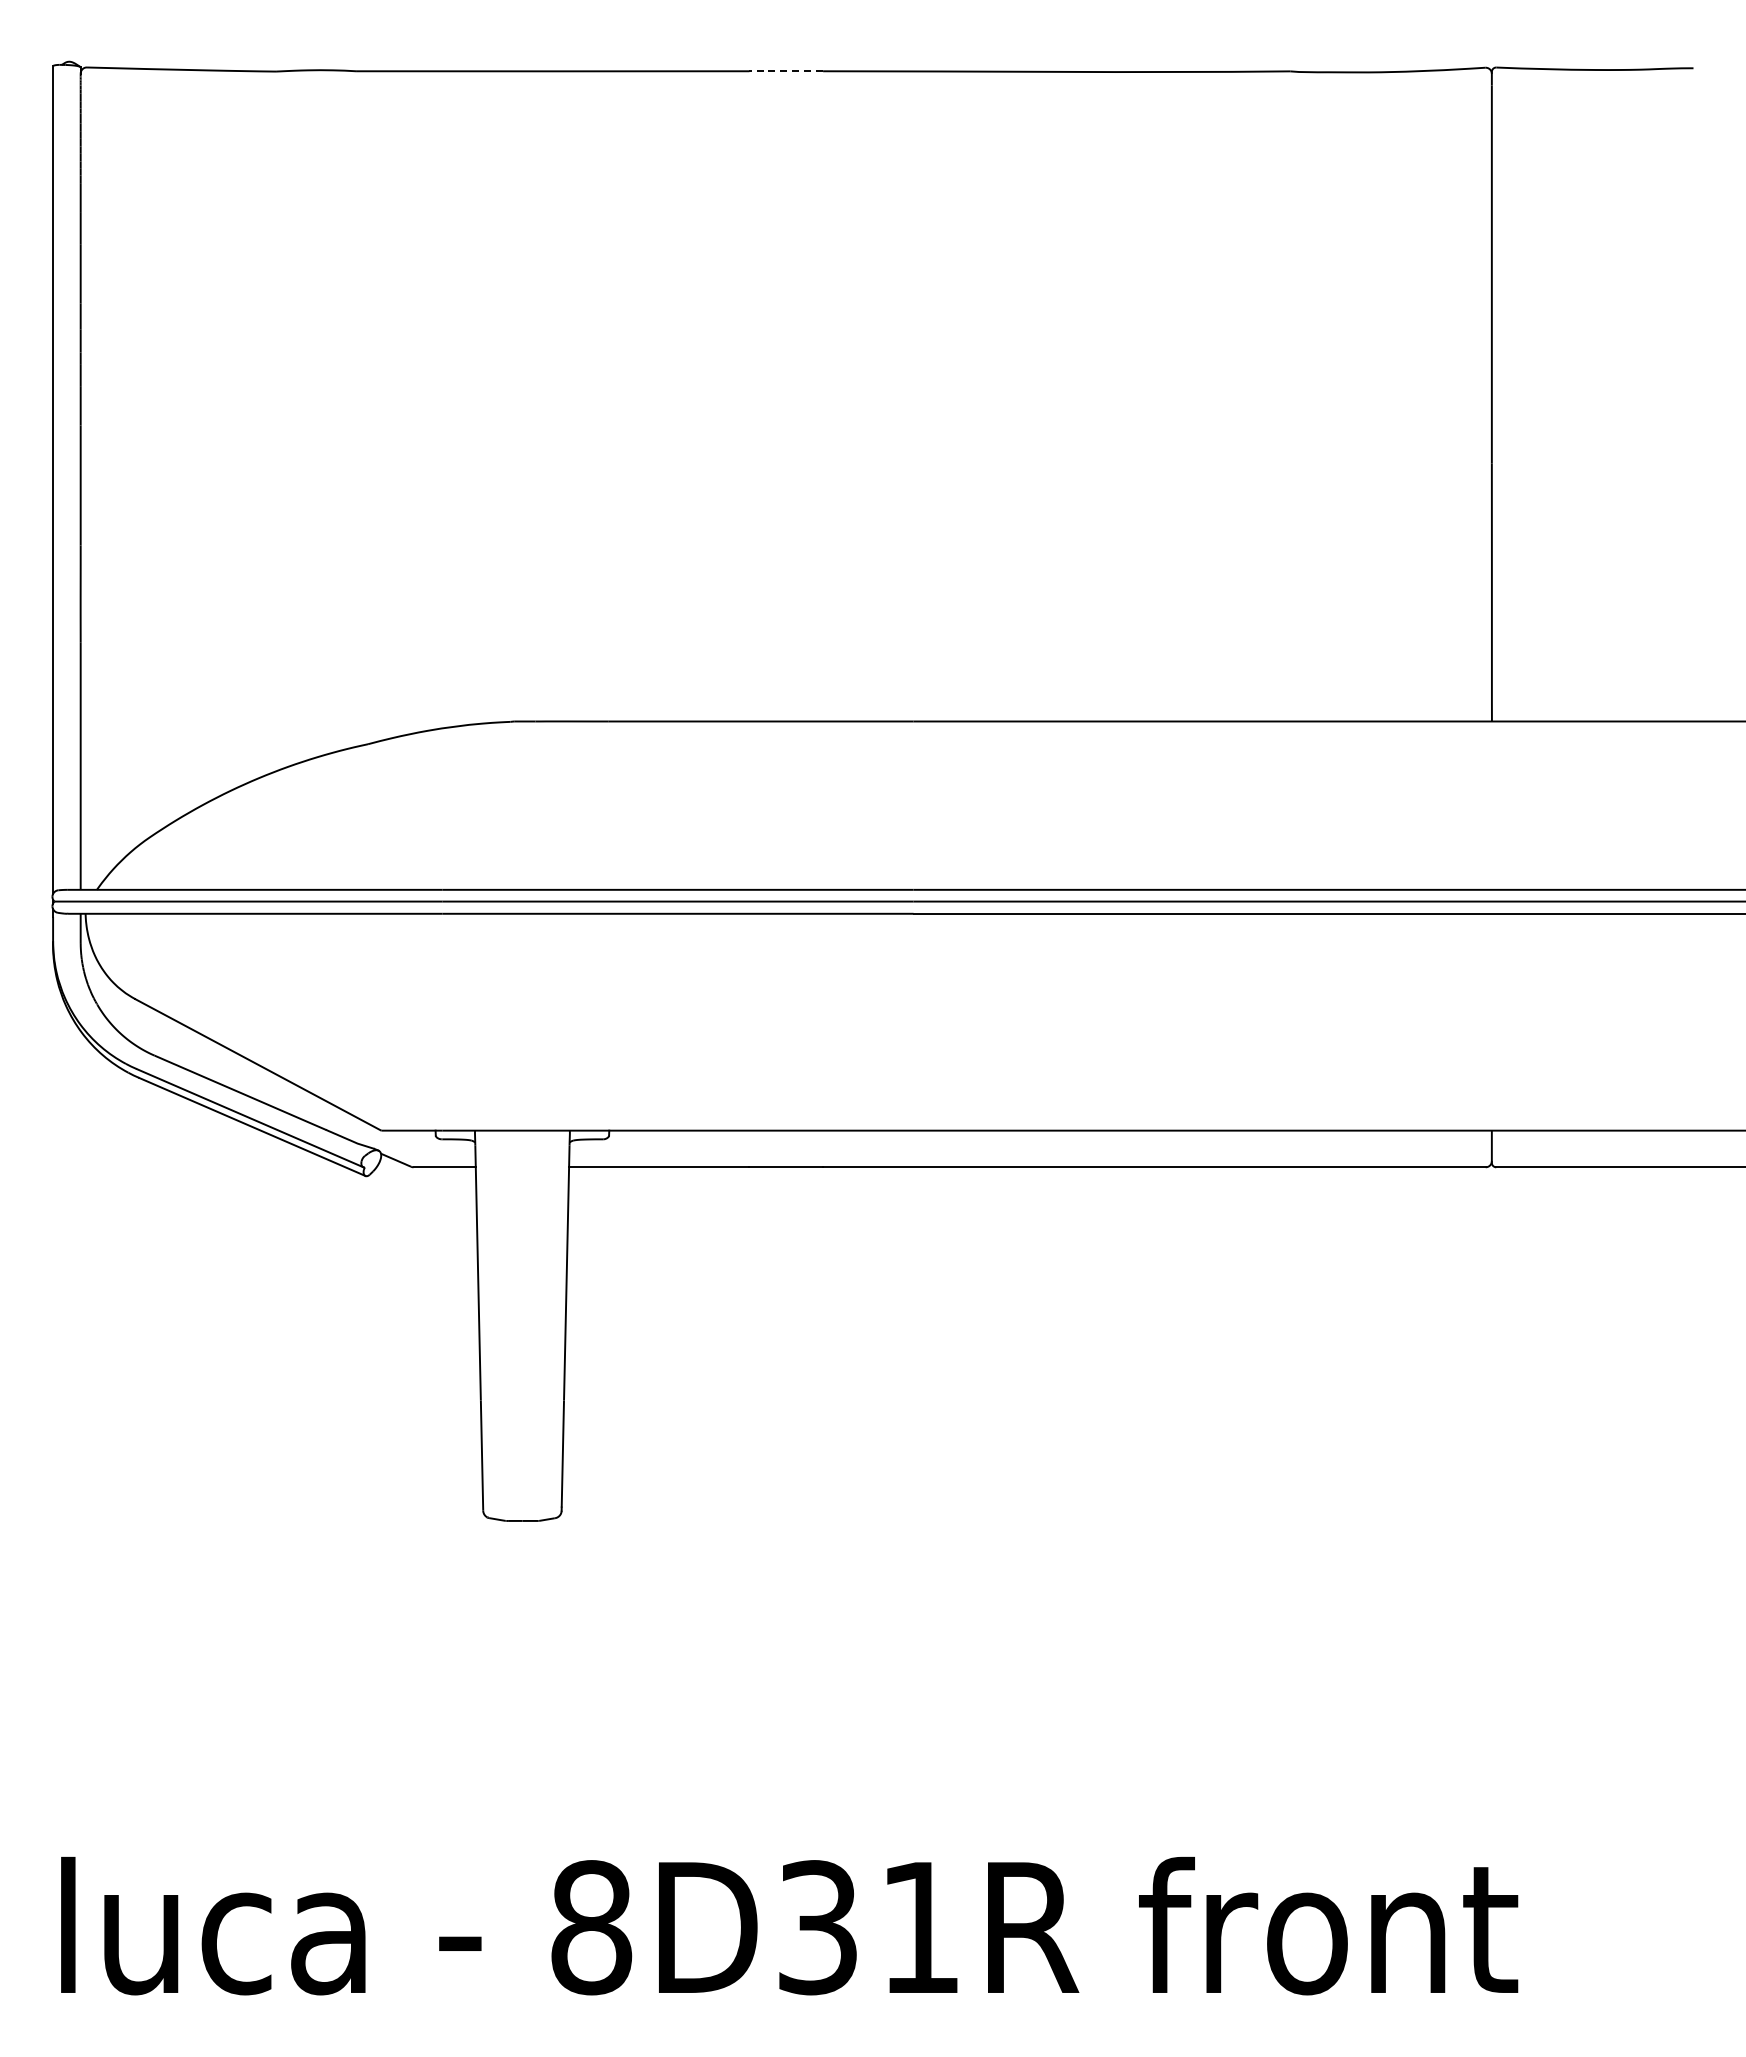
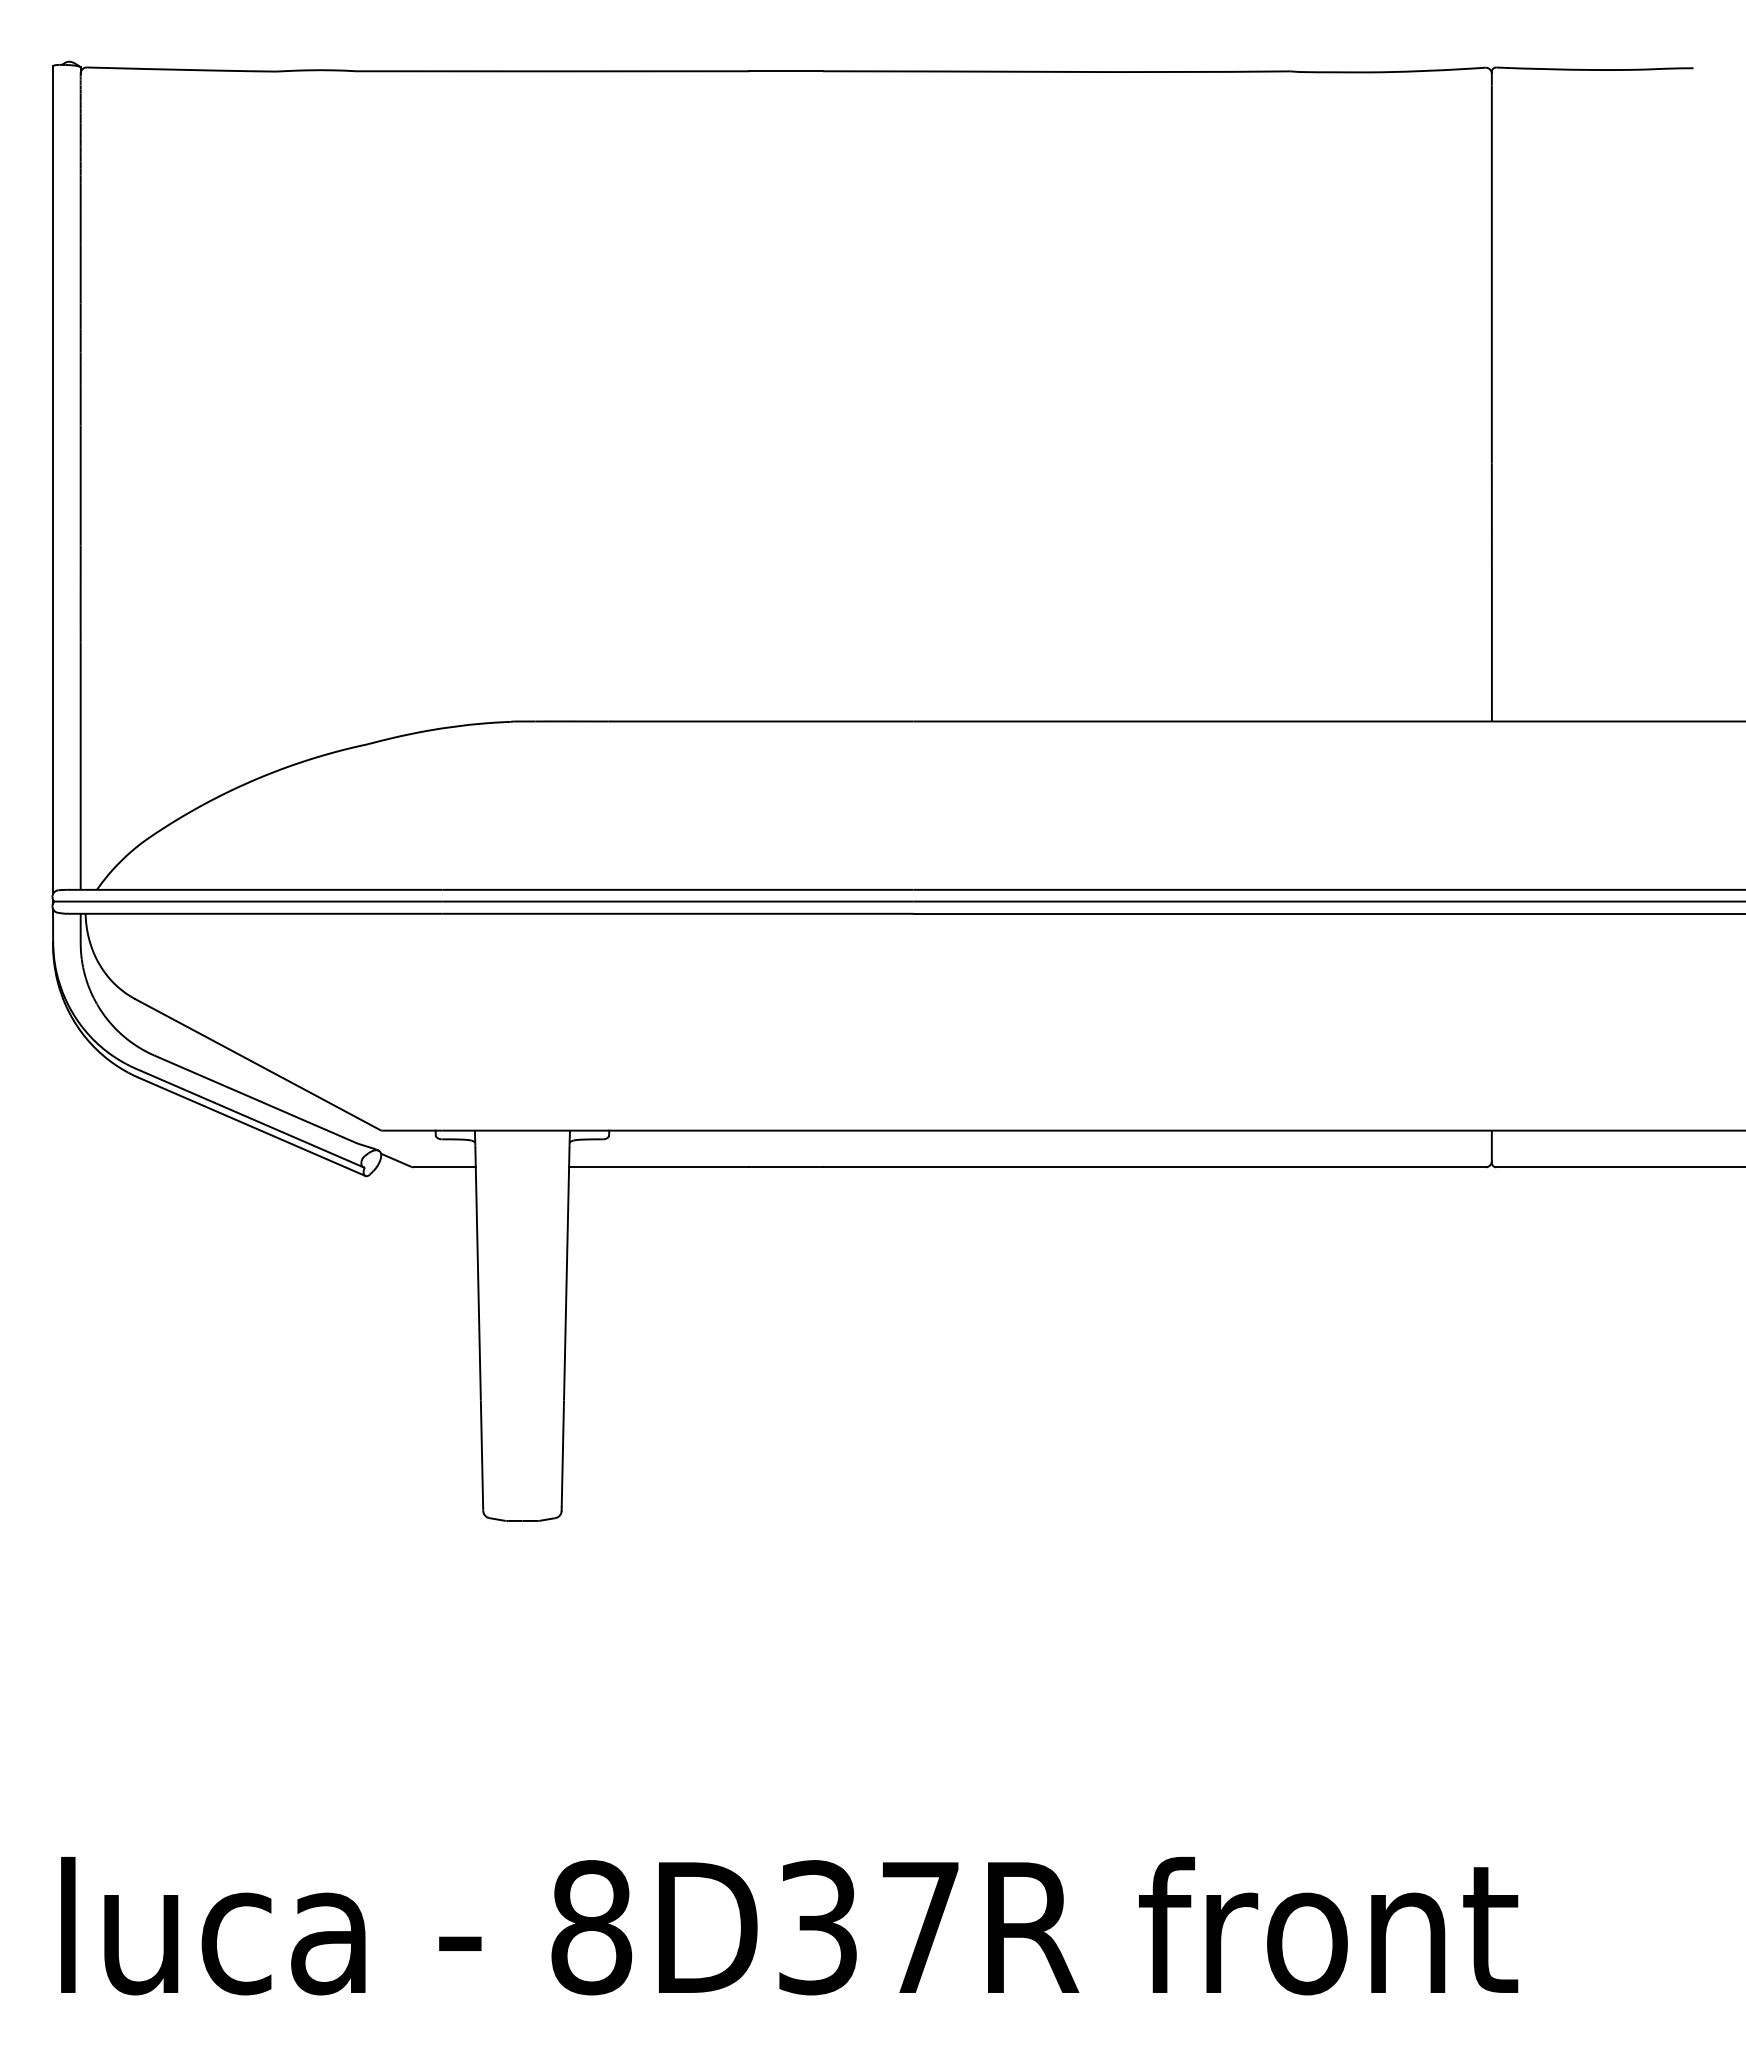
line at (786, 71): dashed -> solid
text at (920, 1927): 8D31R -> 8D37R
